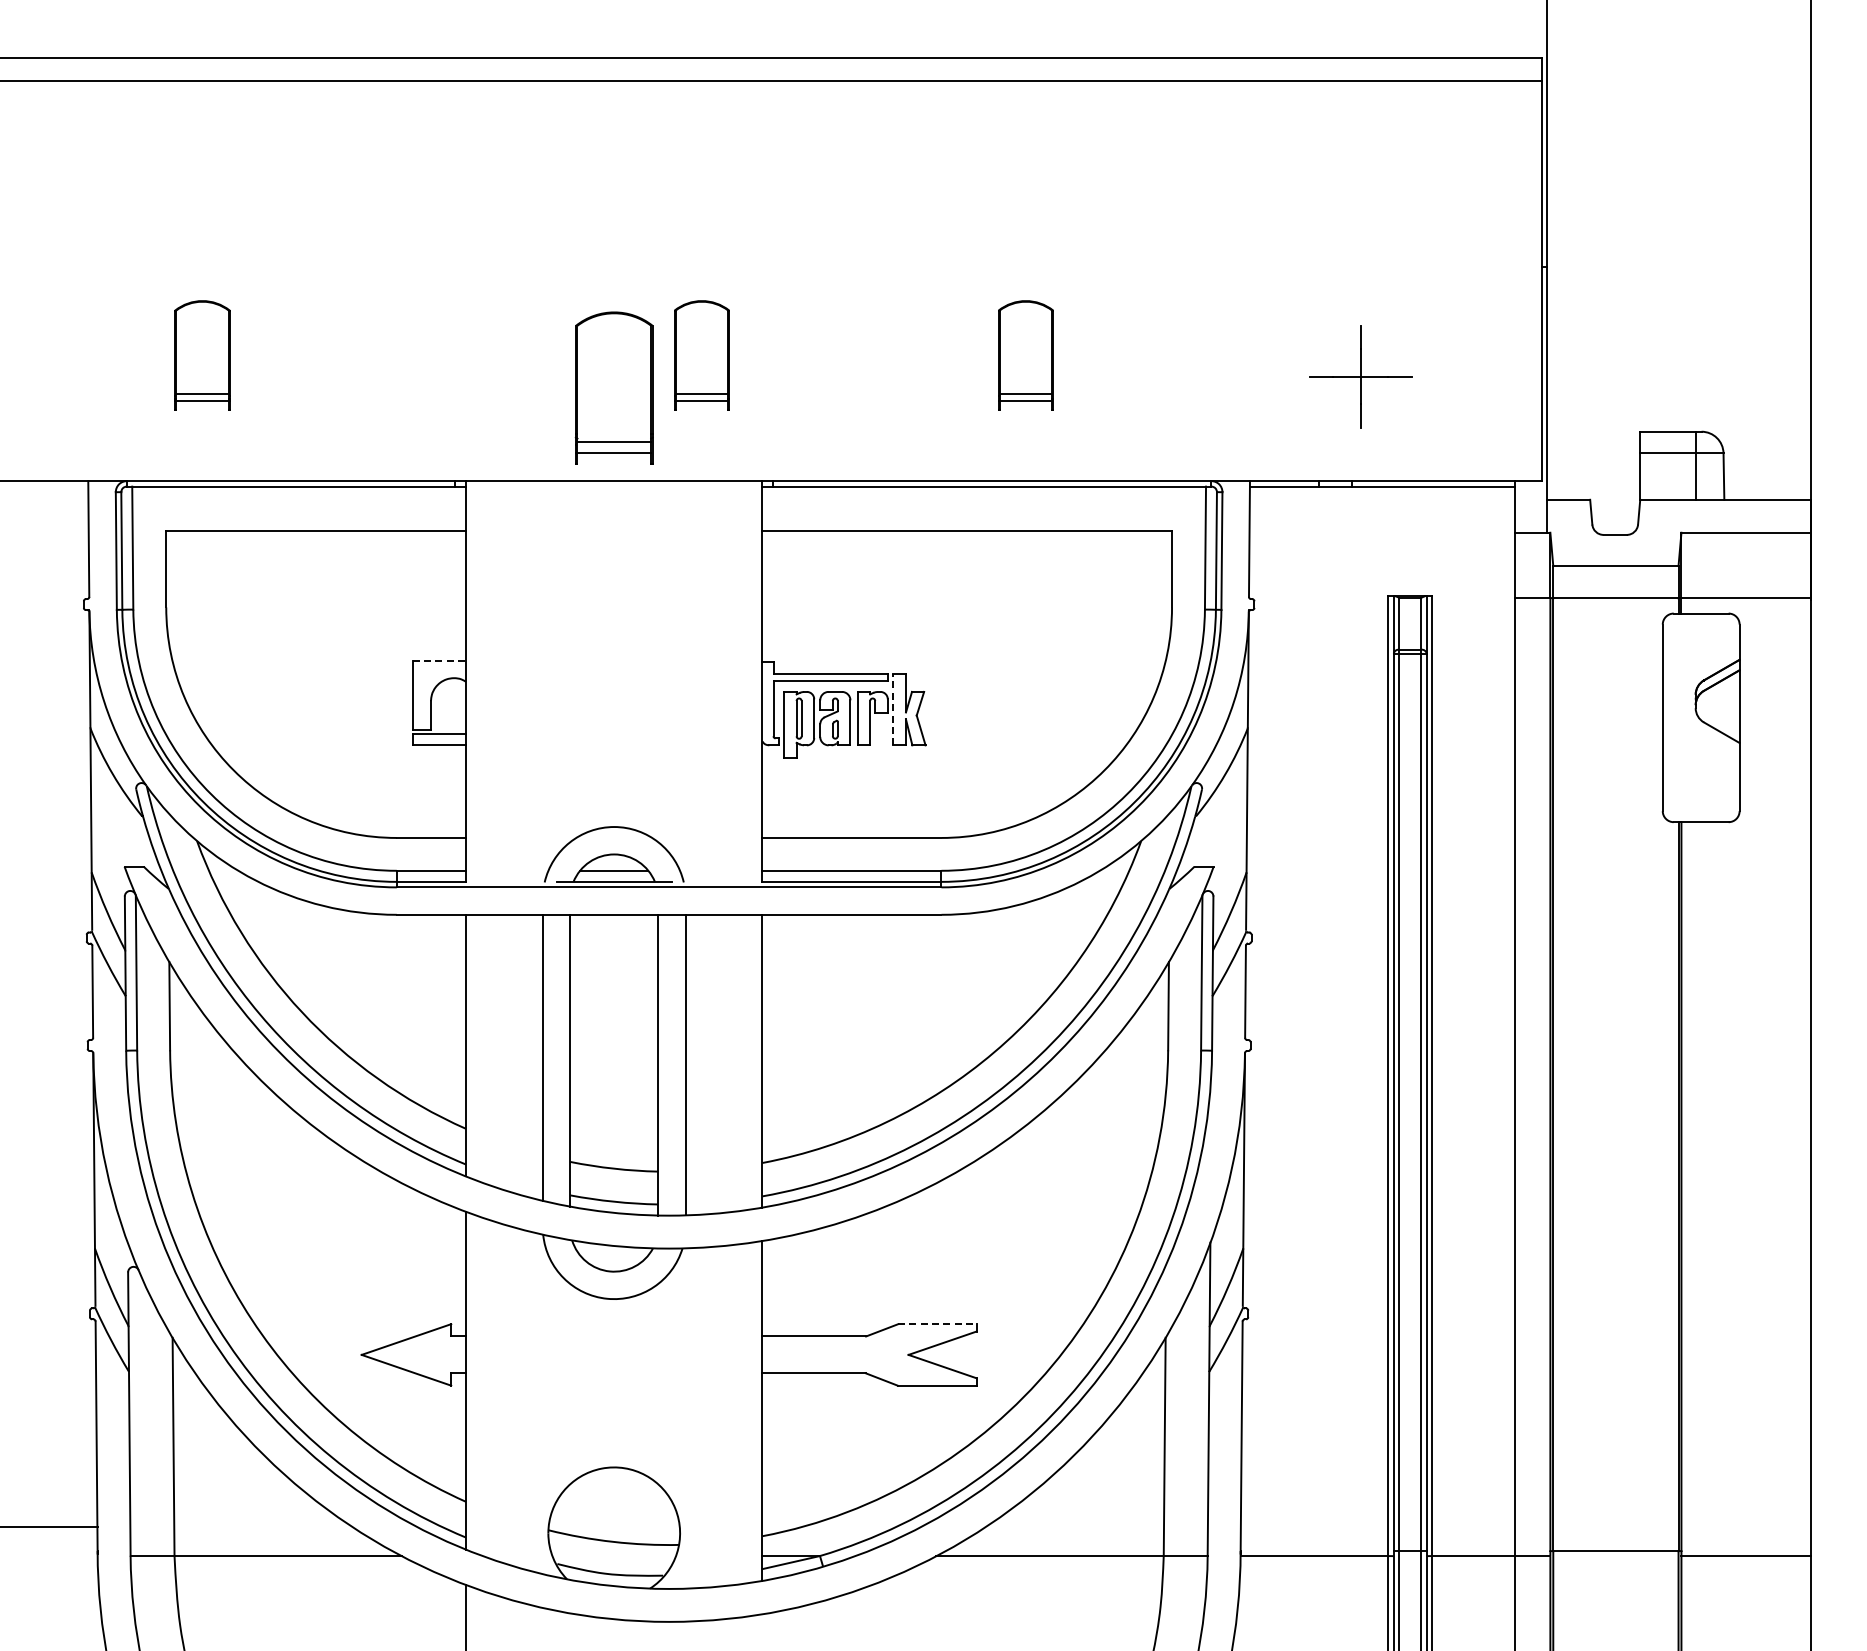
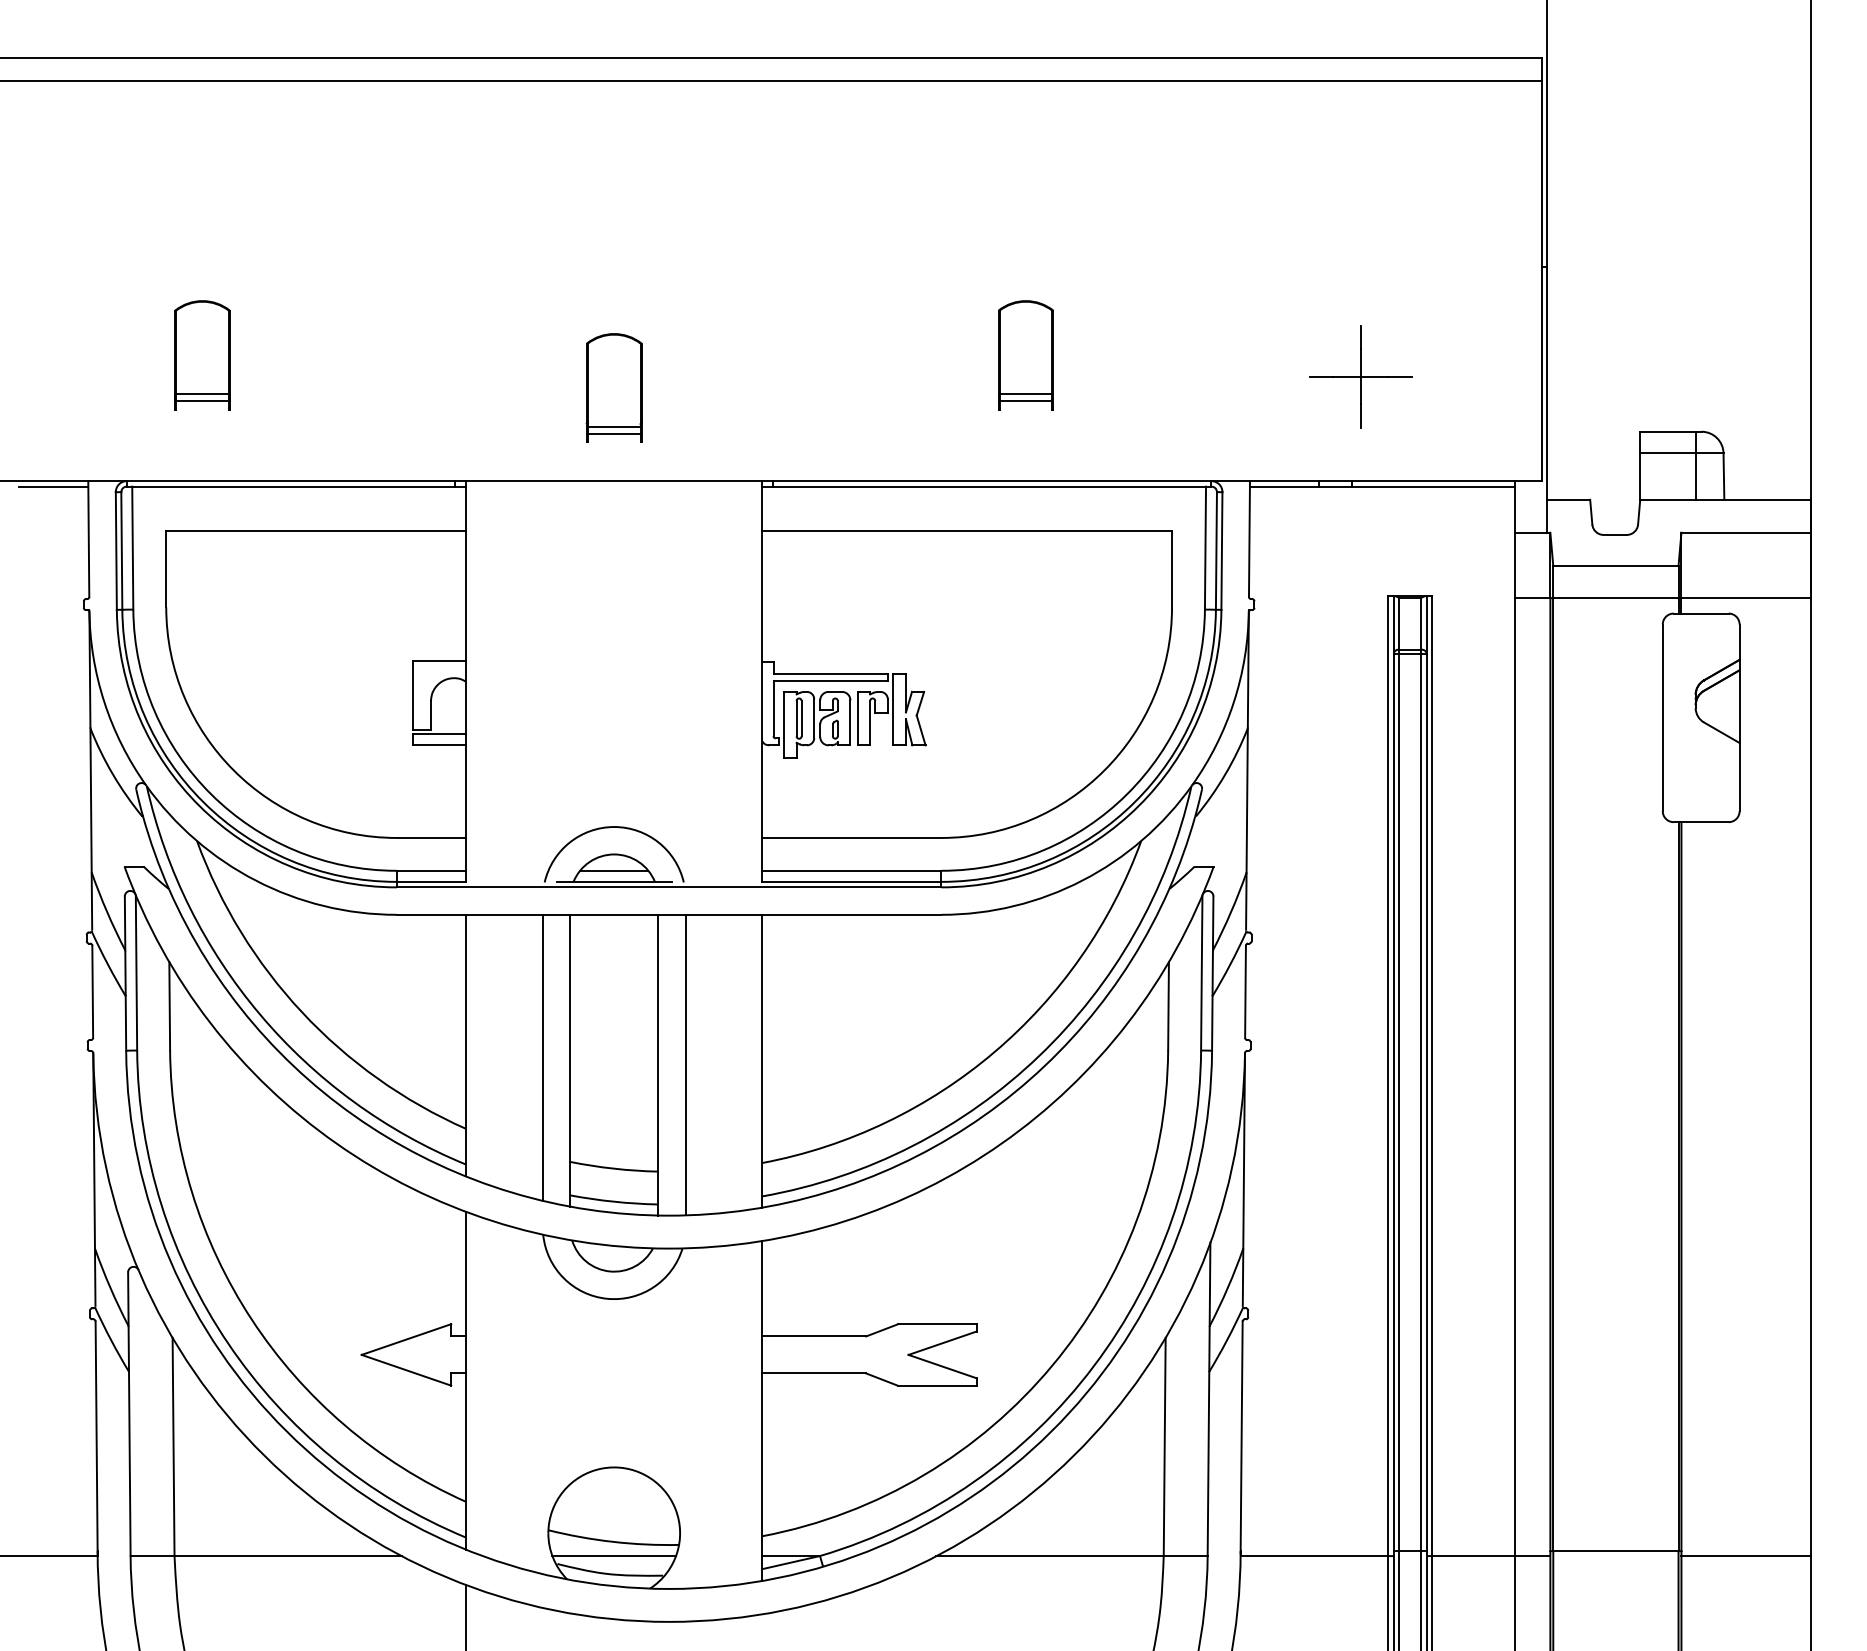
part at (701, 355): present -> none
part at (613, 387) size: 80x154 px -> 58x110 px
line at (53, 486): none -> present
line at (439, 661): dashed -> solid
line at (893, 709): dashed -> solid
line at (937, 1324): dashed -> solid
line at (49, 1527) position: (49, 1527) -> (49, 1556)
line at (614, 1556): none -> present
